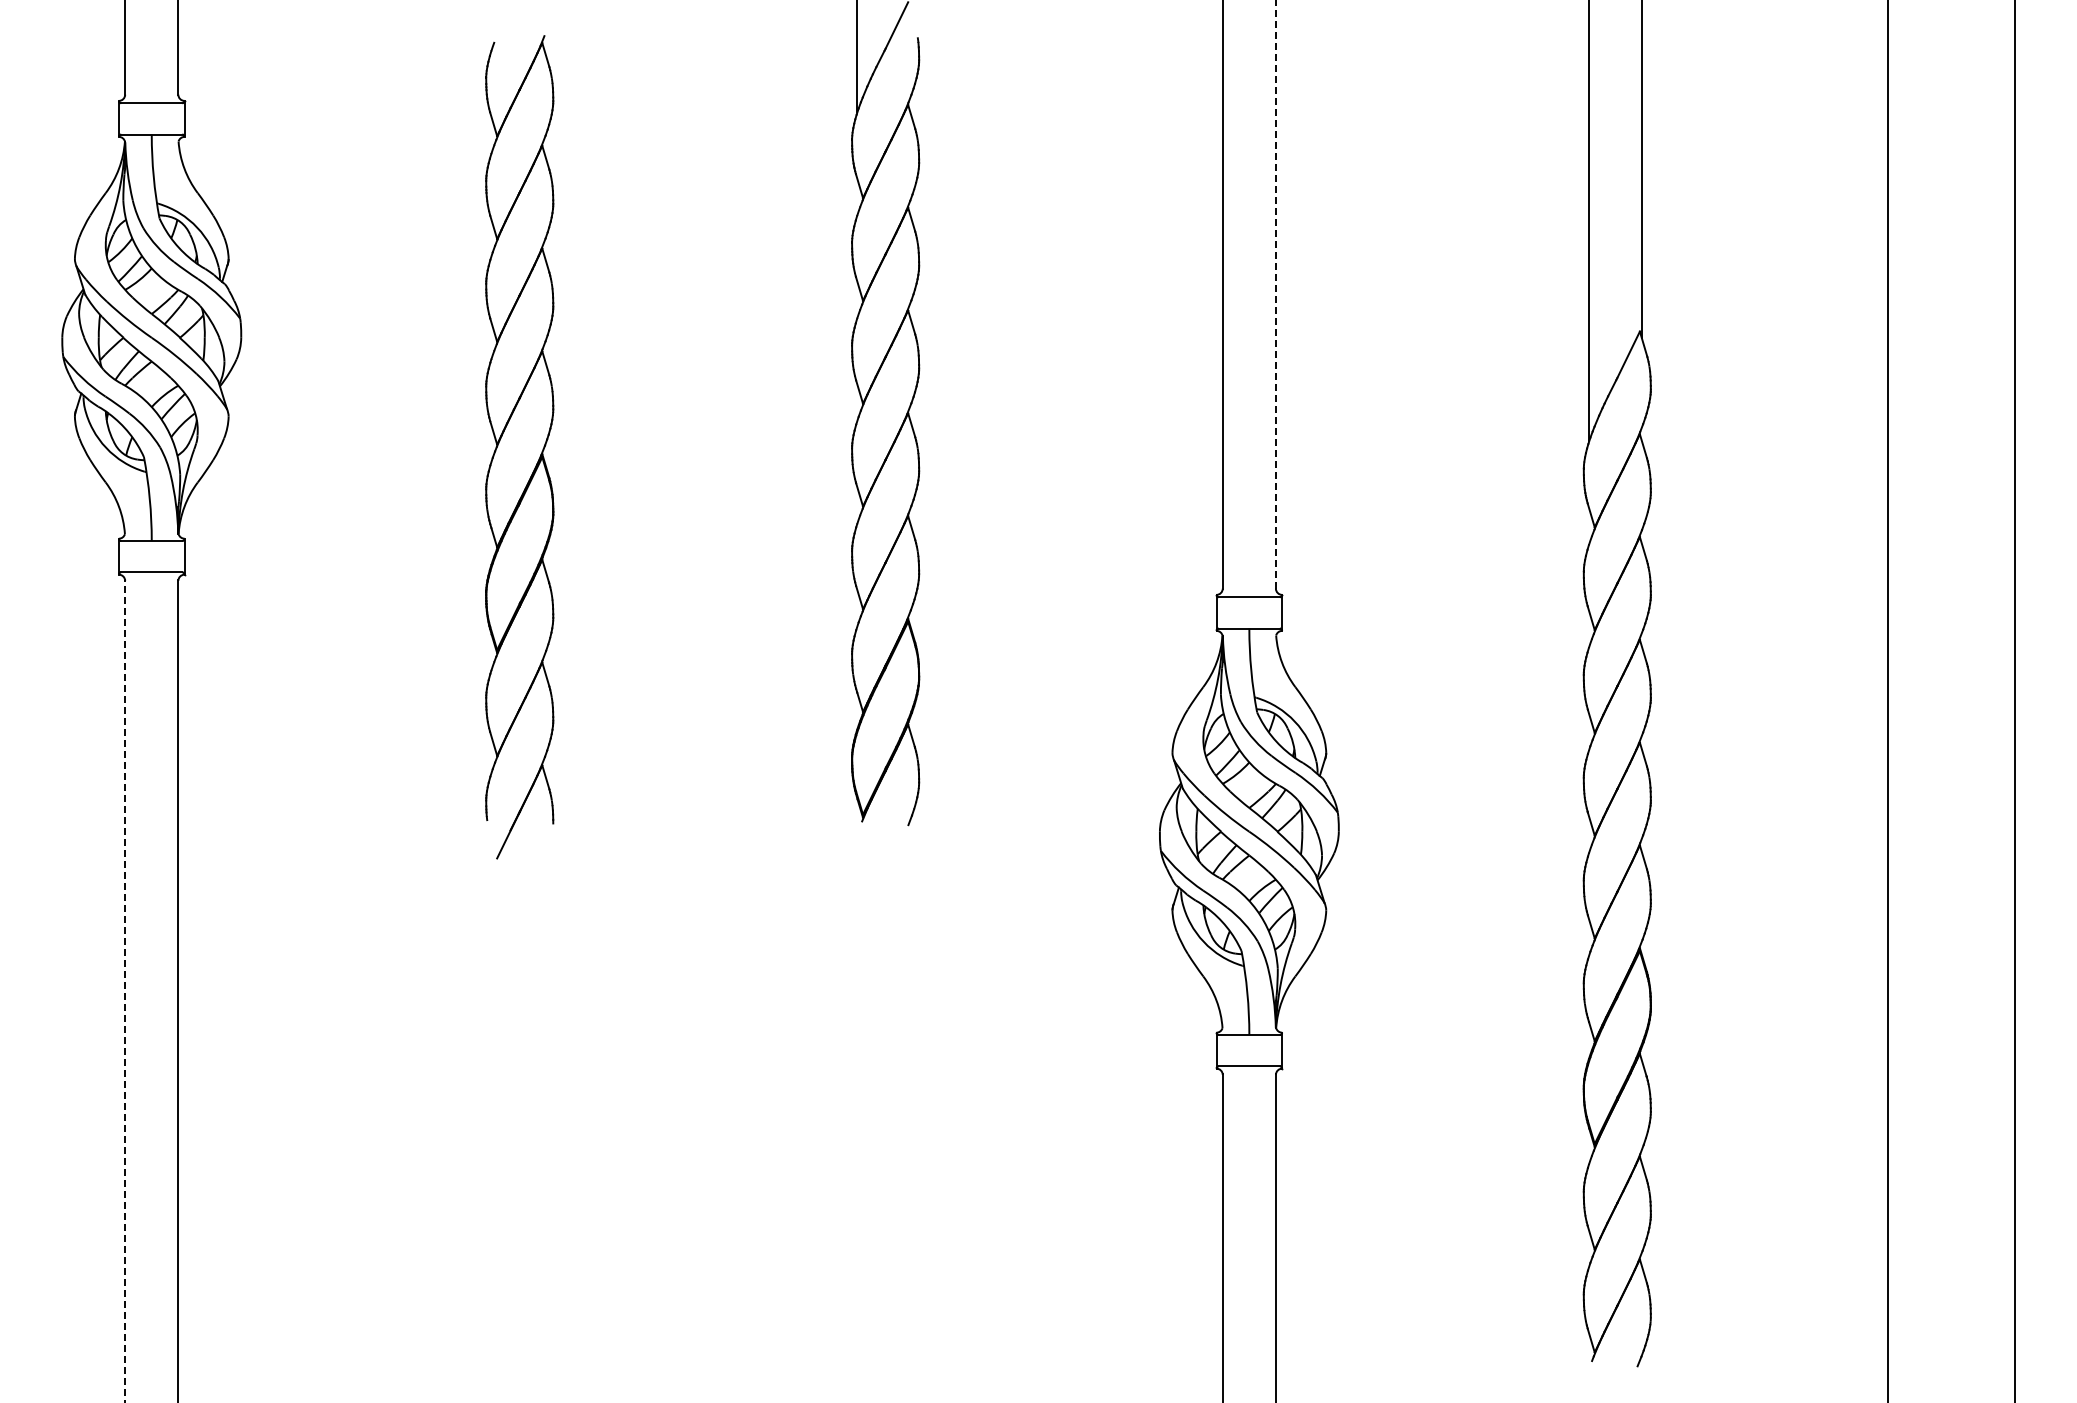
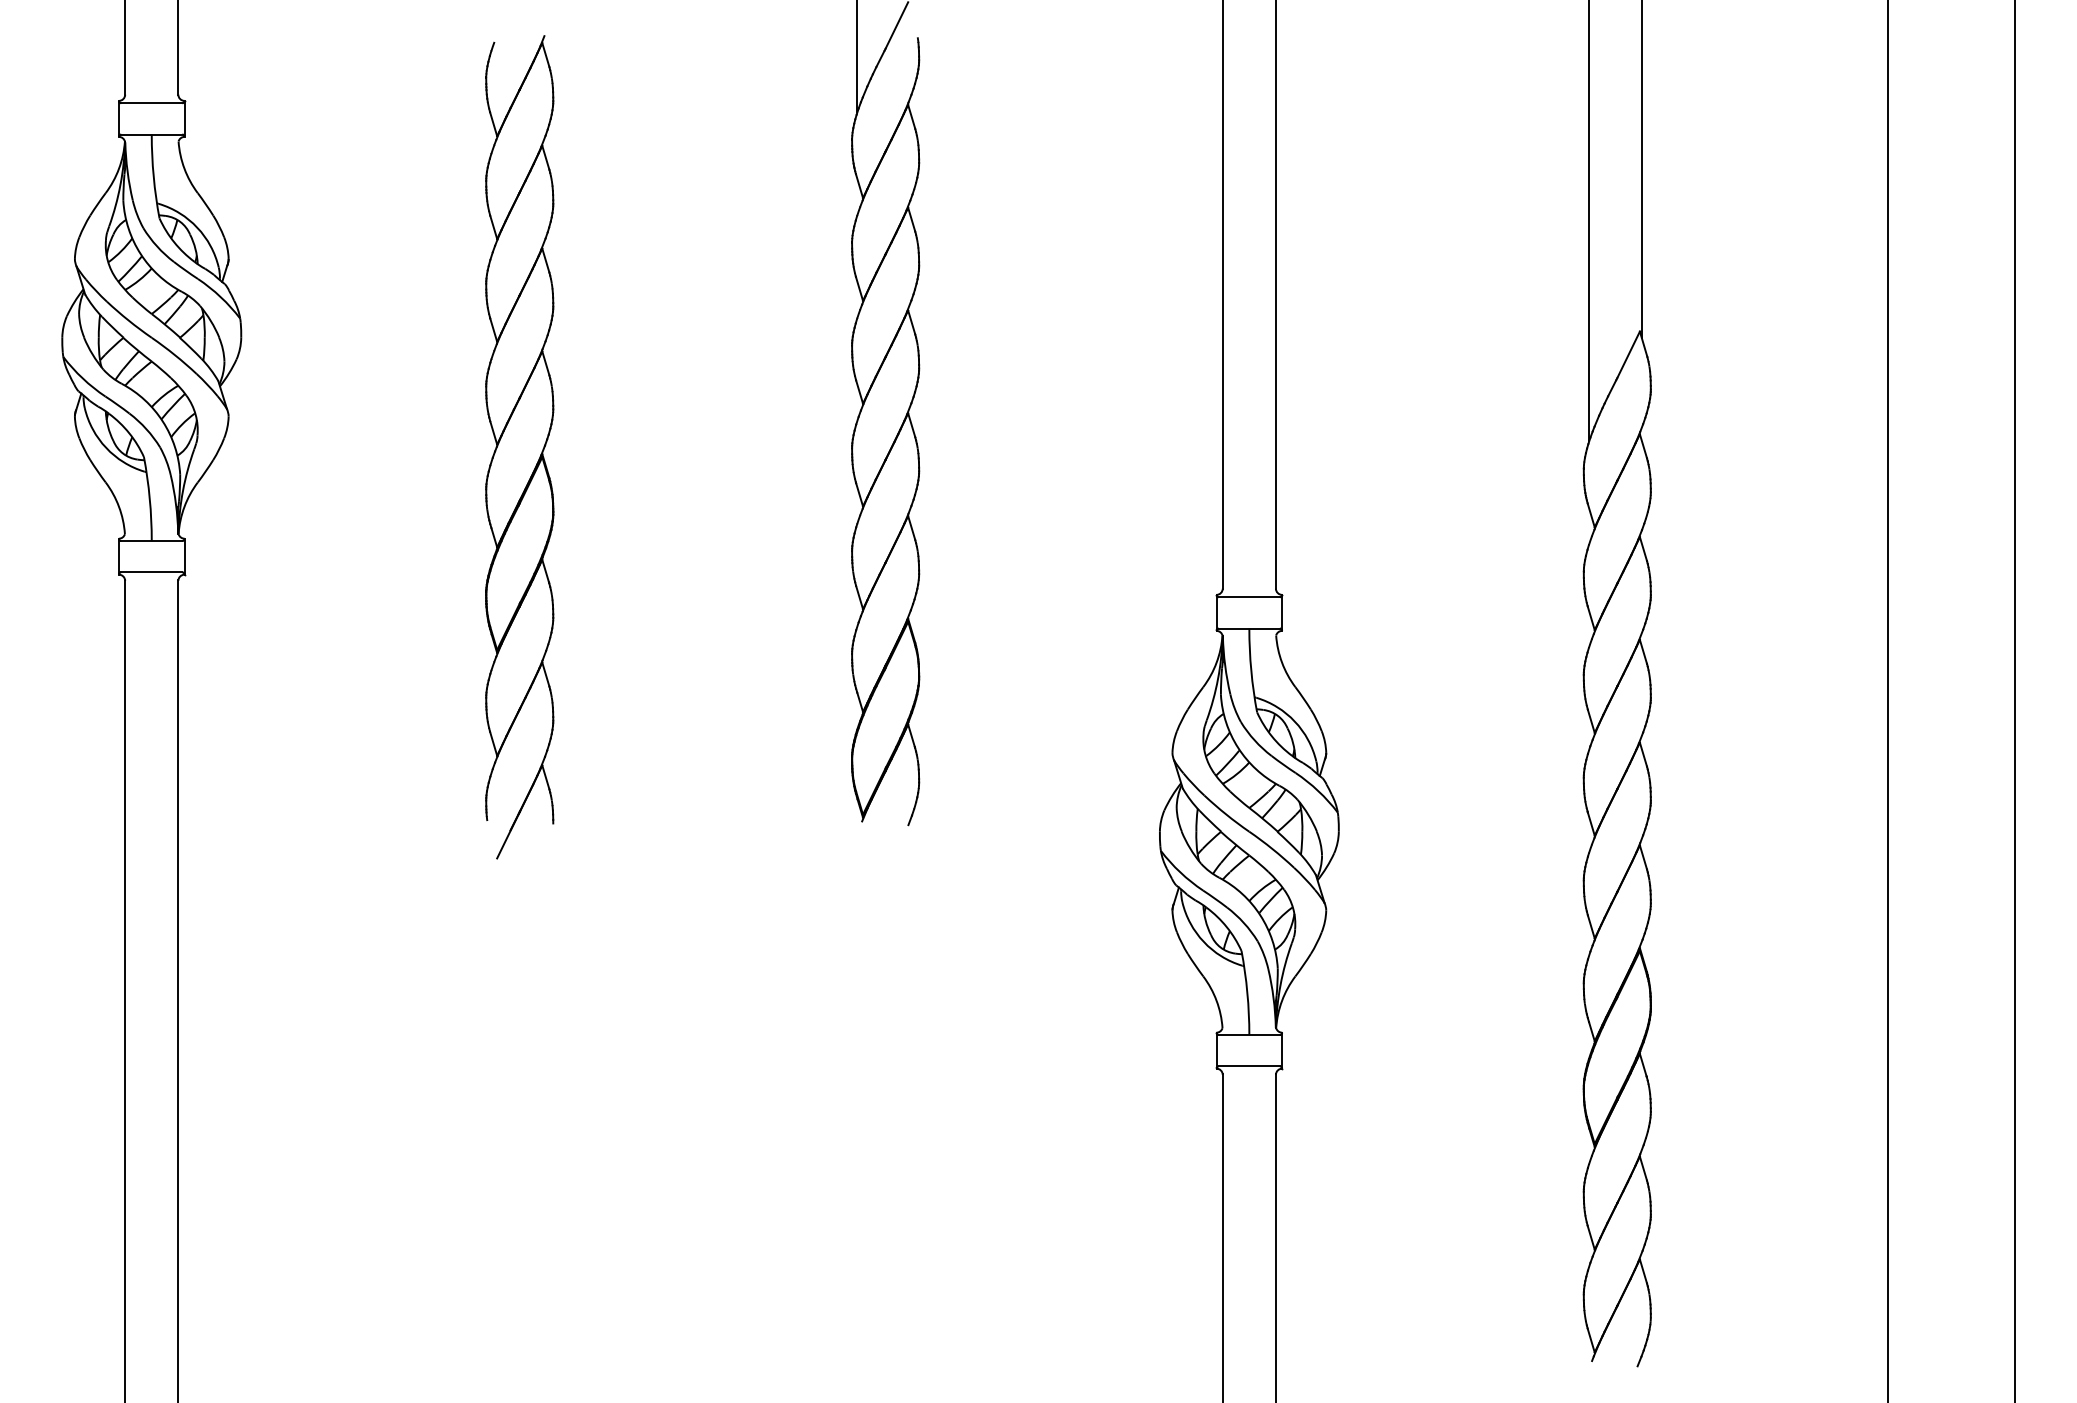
line at (1275, 293): dashed -> solid
line at (125, 991): dashed -> solid
